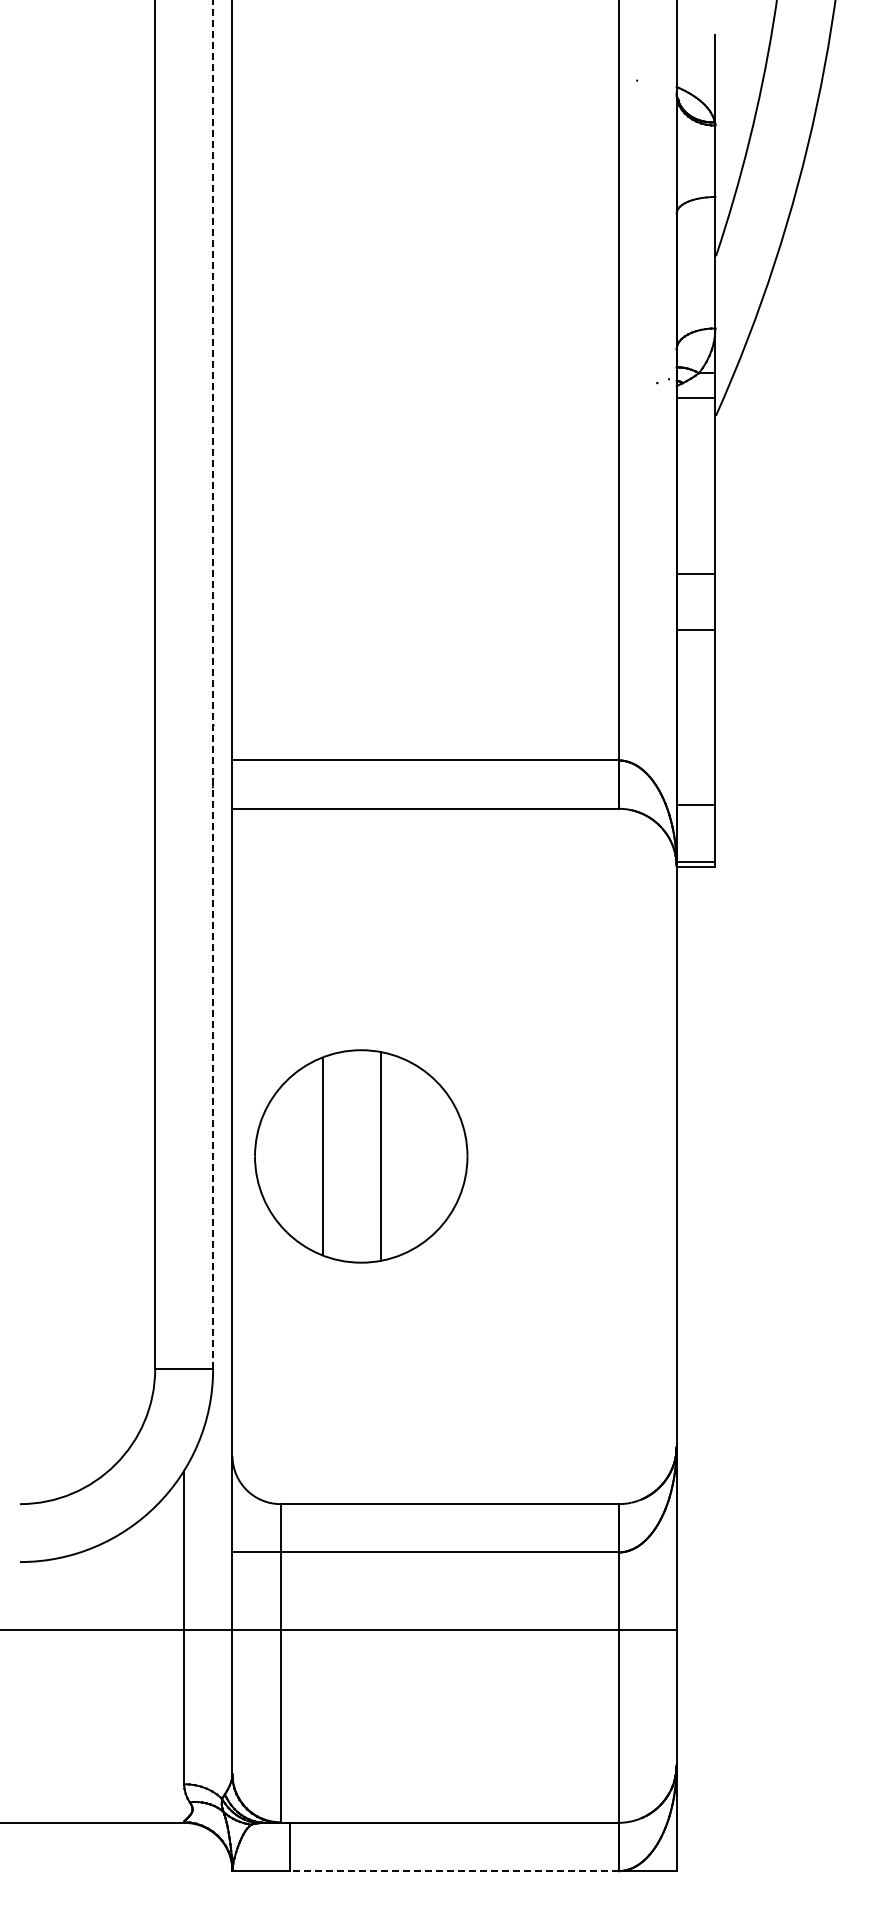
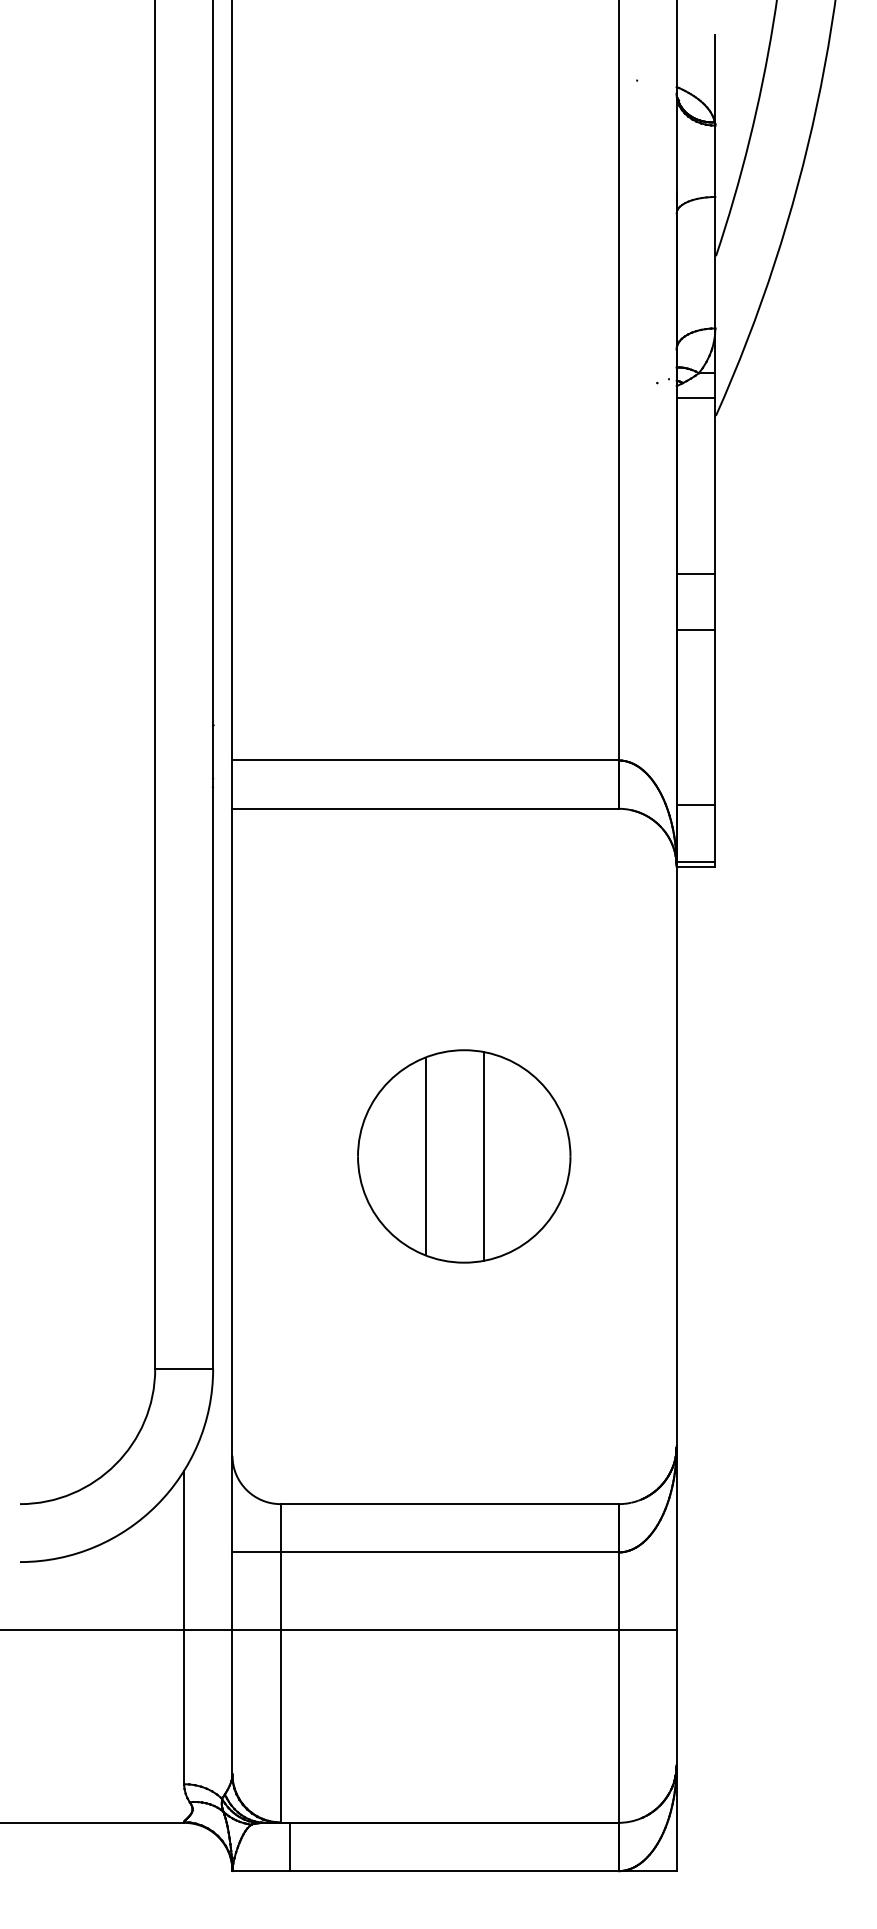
line at (213, 684): dashed -> solid
part at (361, 1156) position: (361, 1156) -> (464, 1156)
line at (454, 1871): dashed -> solid
